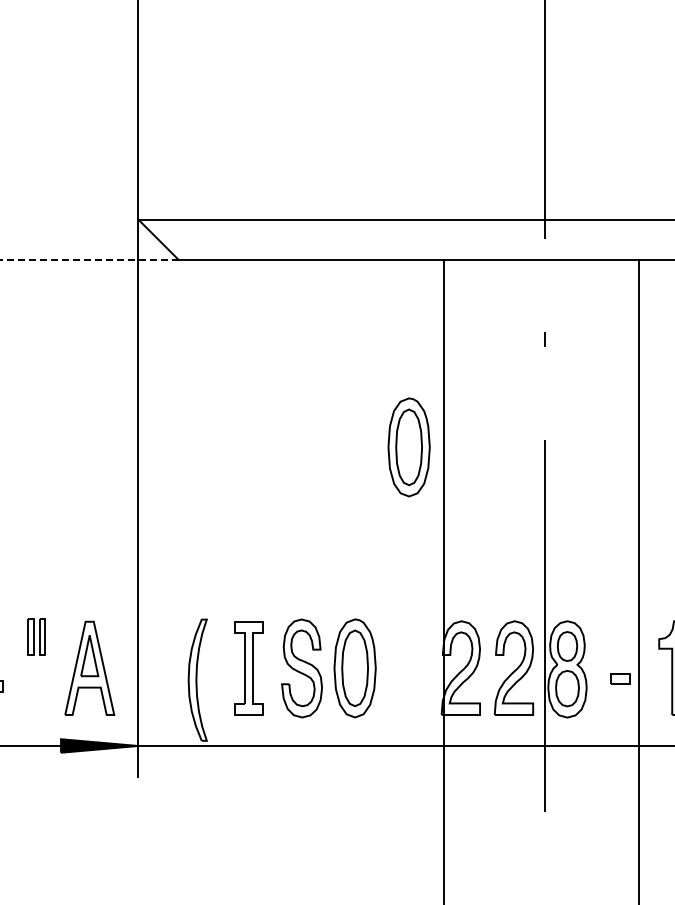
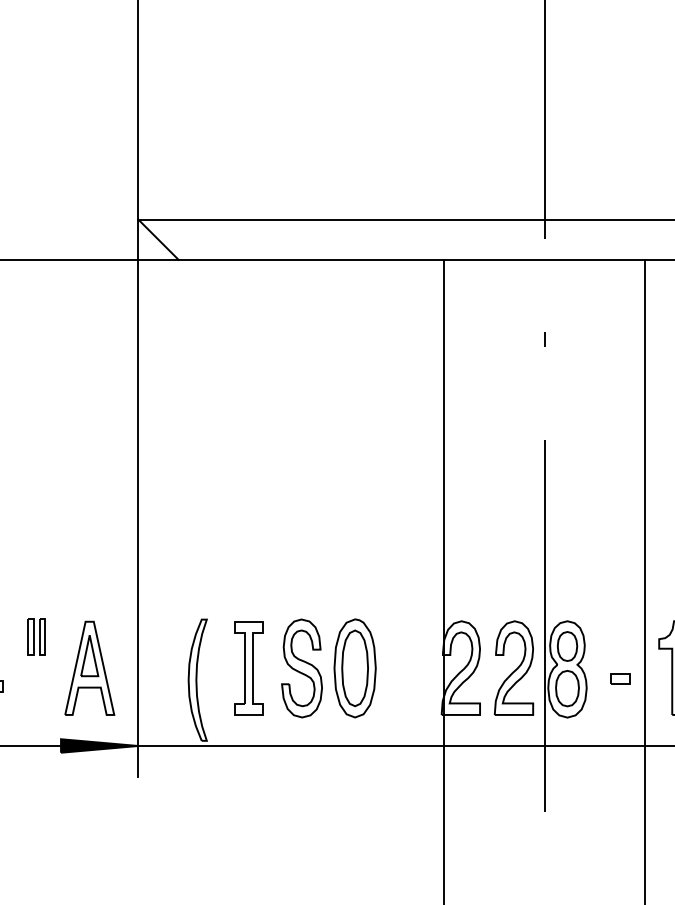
line at (89, 259): dashed -> solid
part at (408, 447): present -> none
line at (639, 580) position: (639, 580) -> (645, 580)
